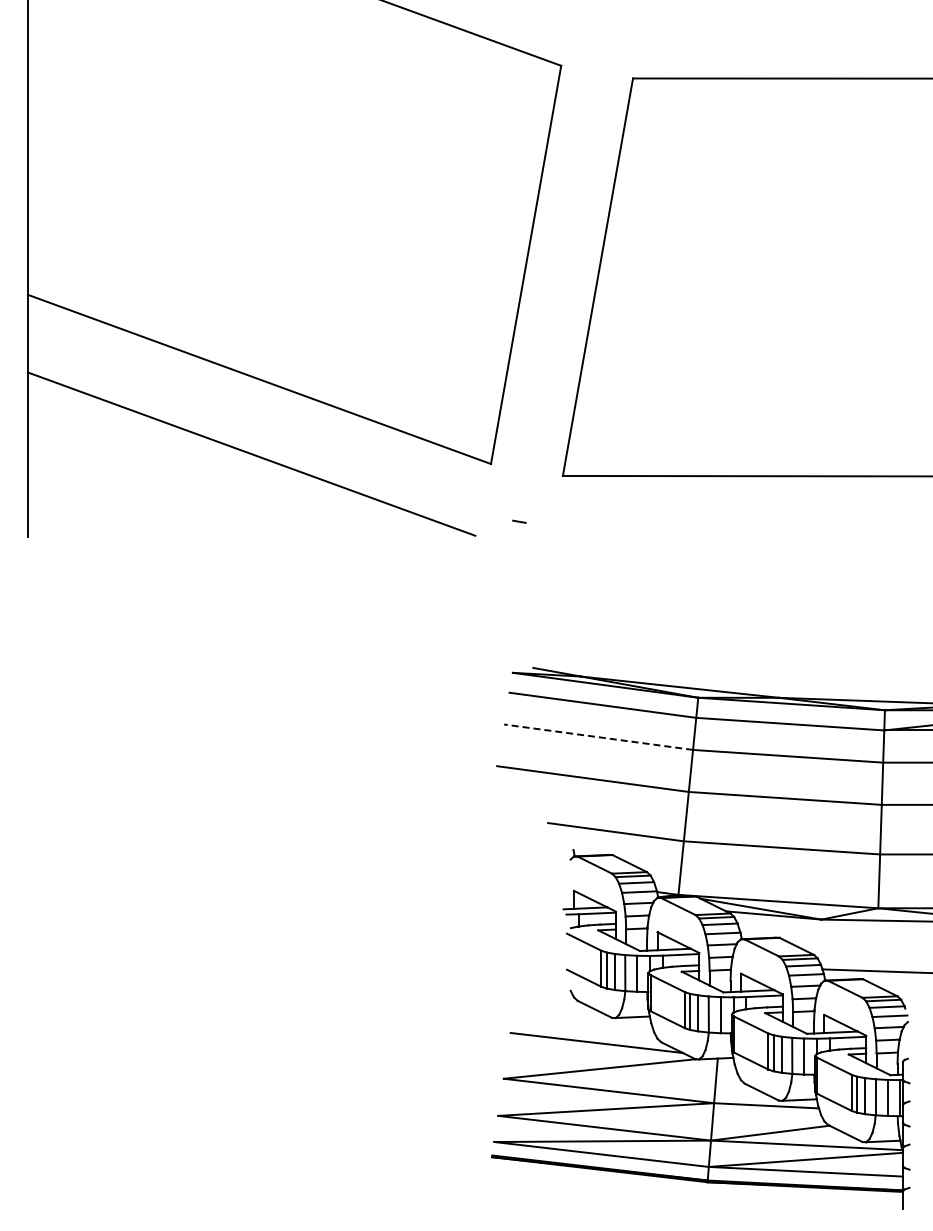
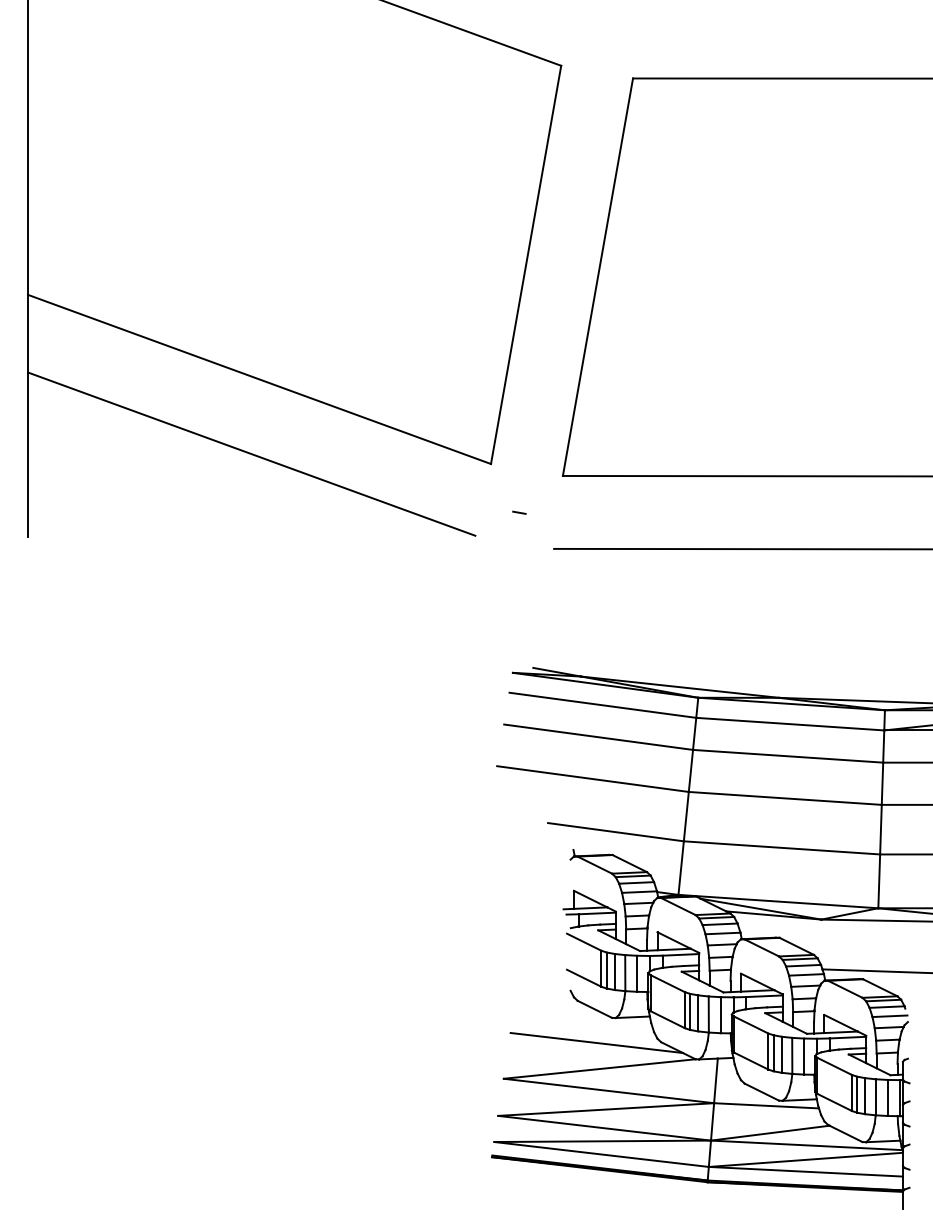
line at (519, 521) position: (519, 521) -> (519, 512)
line at (741, 548): none -> present
line at (598, 737): dashed -> solid
